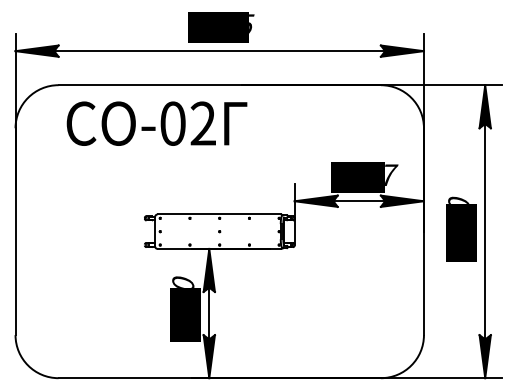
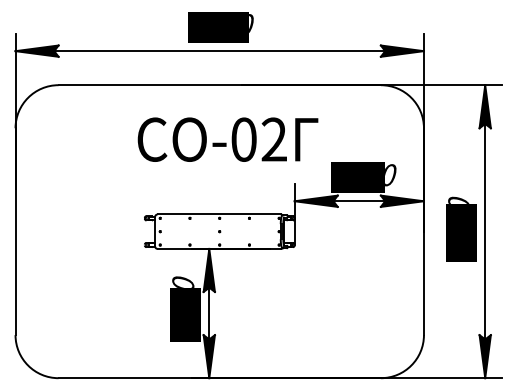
text at (251, 23): 4055 -> 4740
text at (156, 123) position: (156, 123) -> (227, 139)
text at (391, 175): 1317 -> 1500
